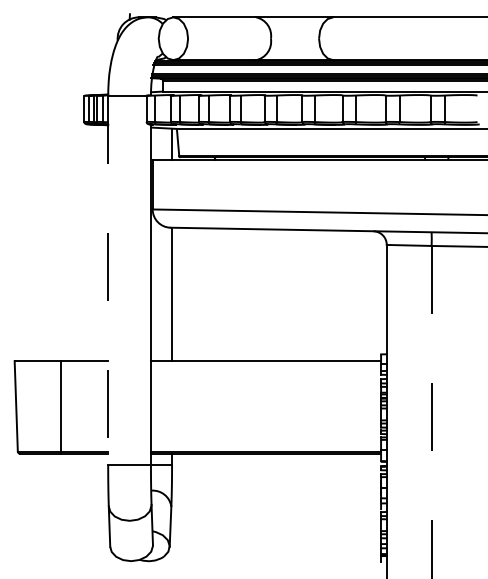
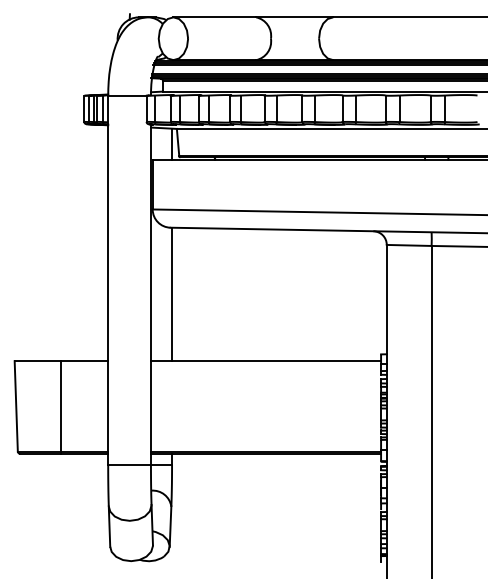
line at (108, 280): dashed -> solid
line at (431, 412): dashed -> solid
